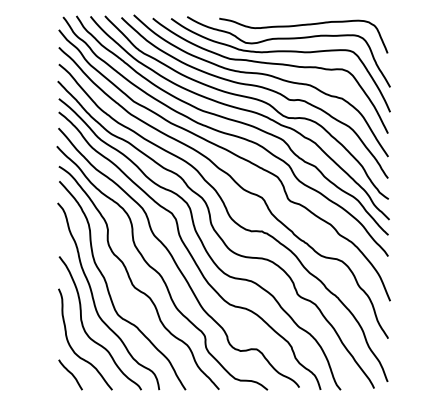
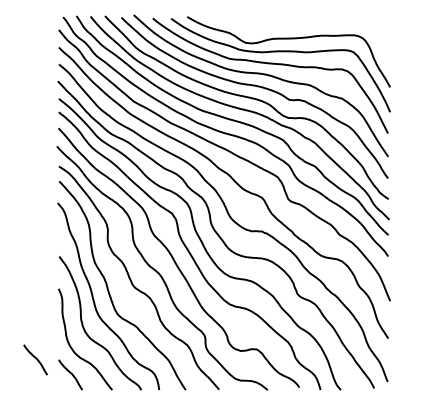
curve at (300, 26): present -> none
curve at (35, 358): none -> present
